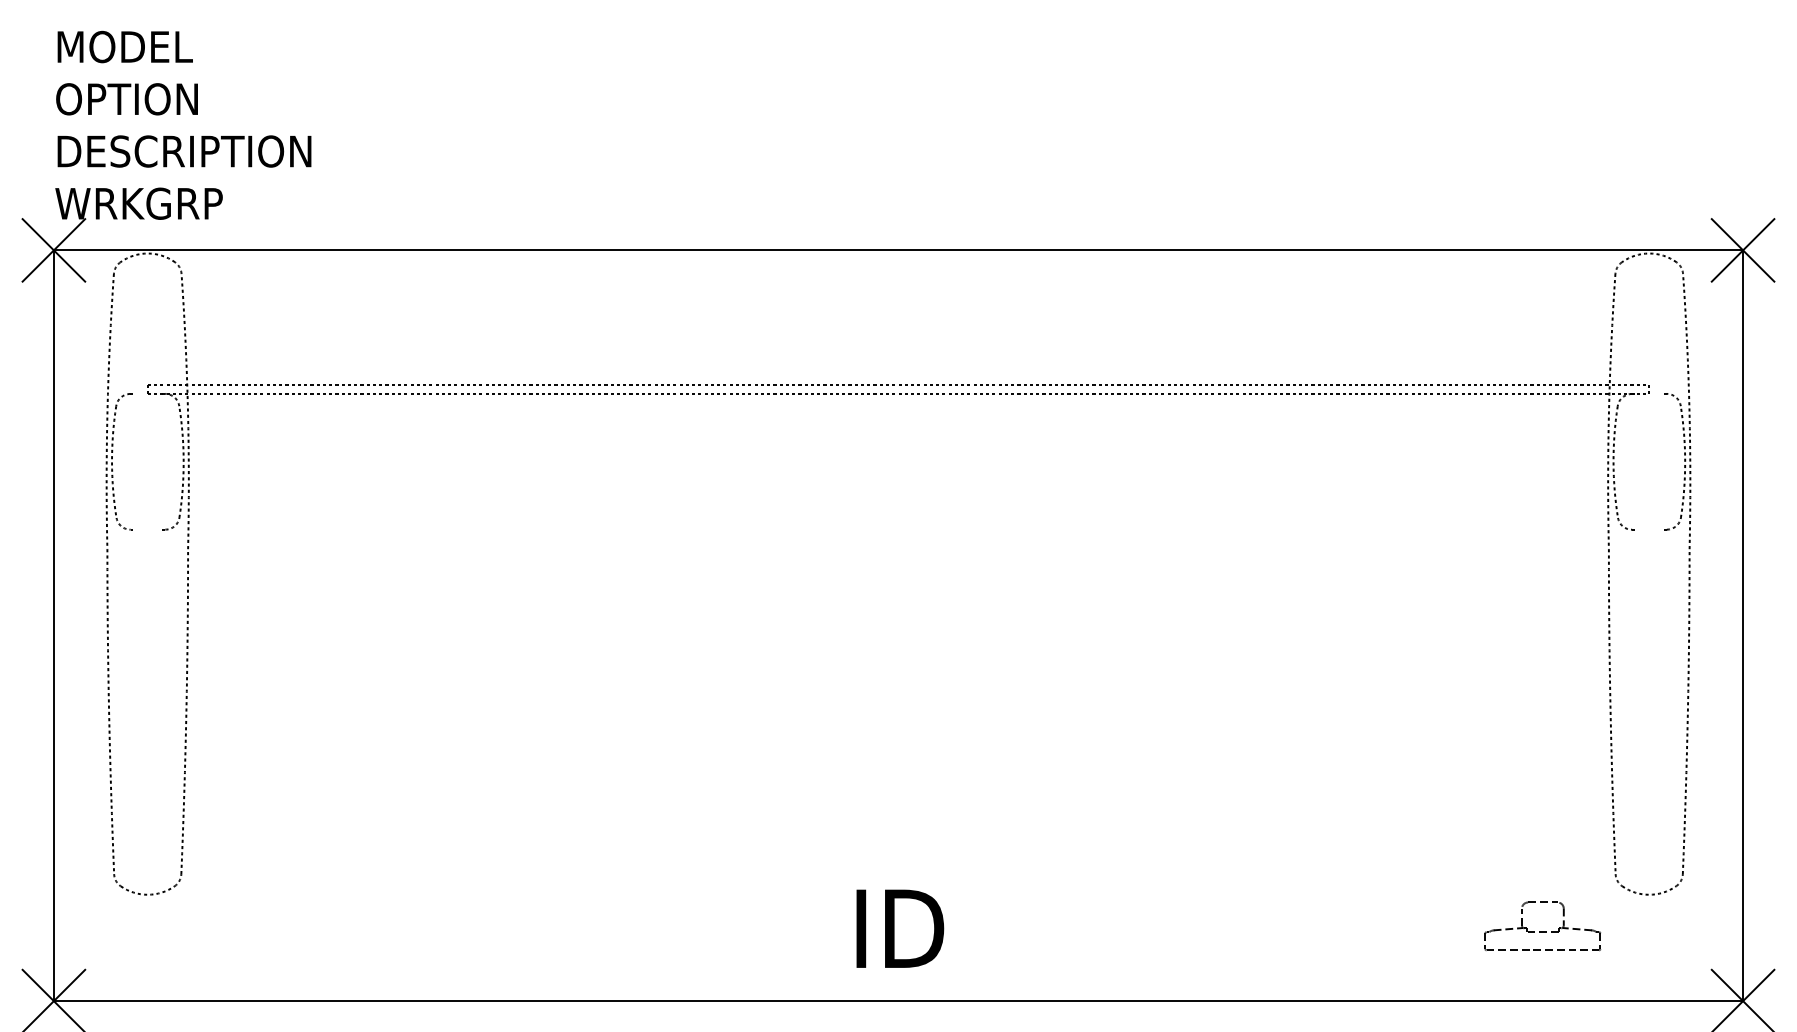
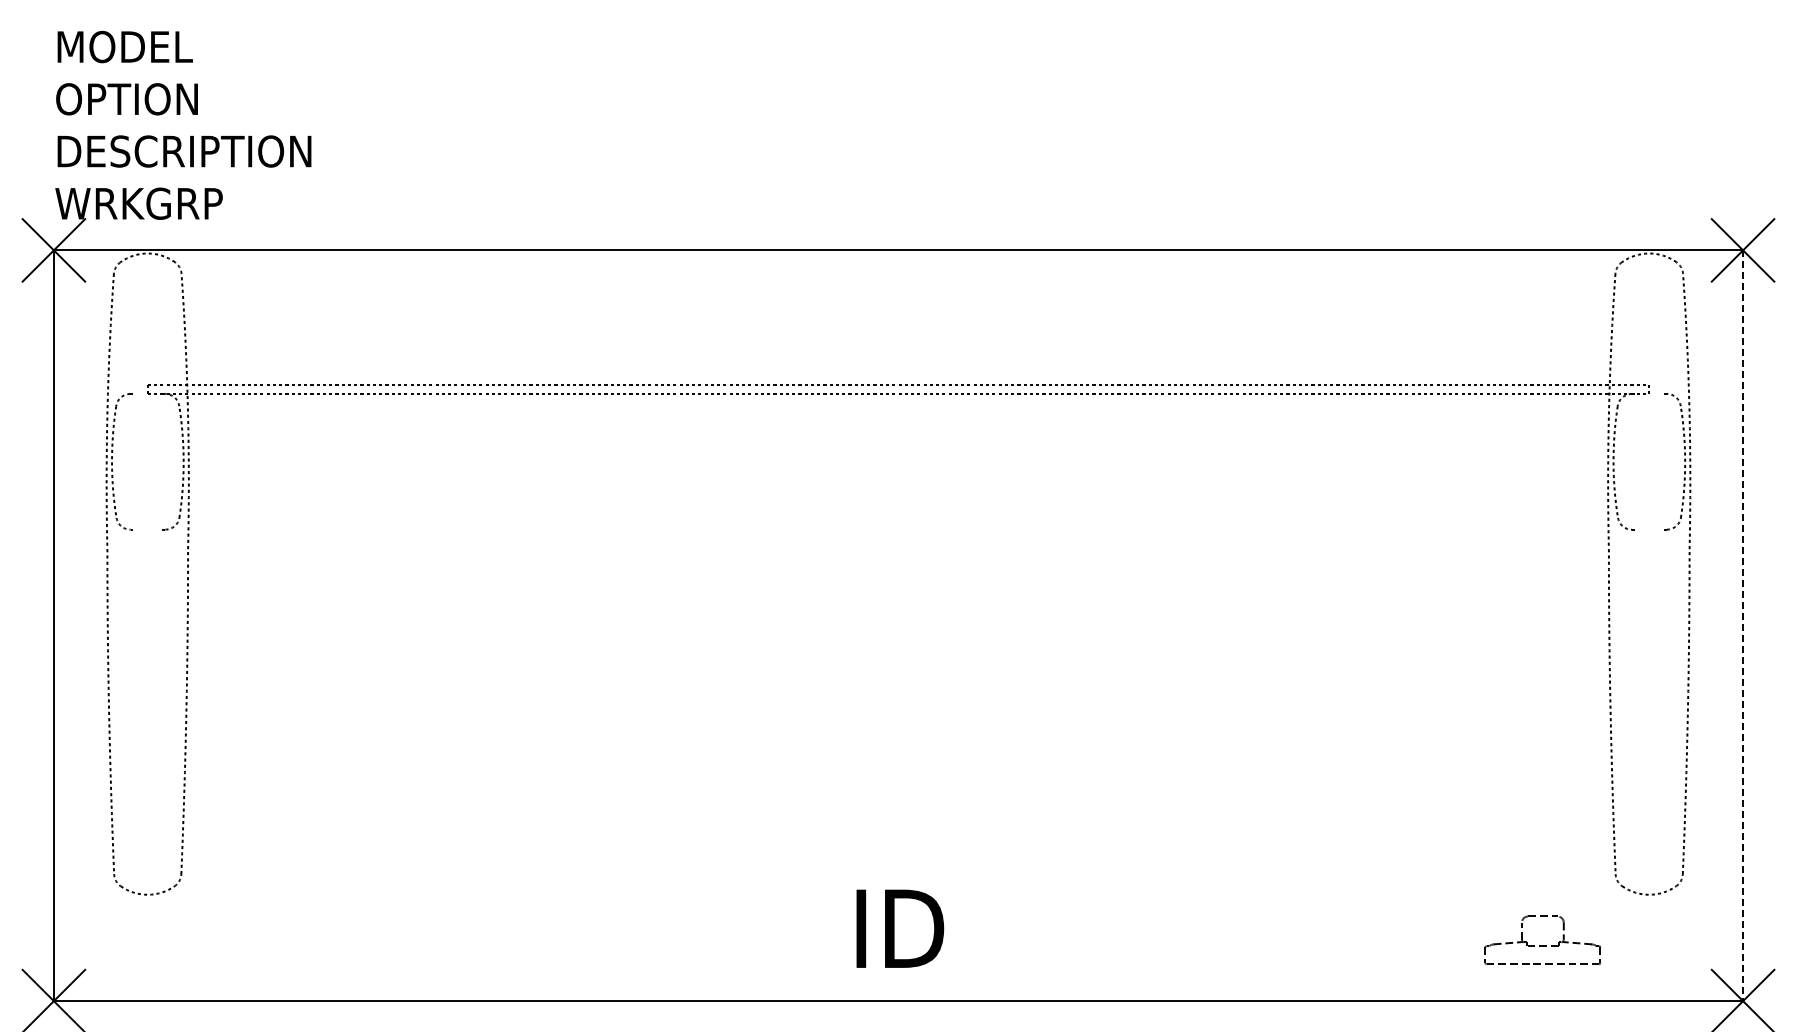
line at (1743, 626): solid -> dashed
part at (1542, 926) position: (1542, 926) -> (1542, 940)
